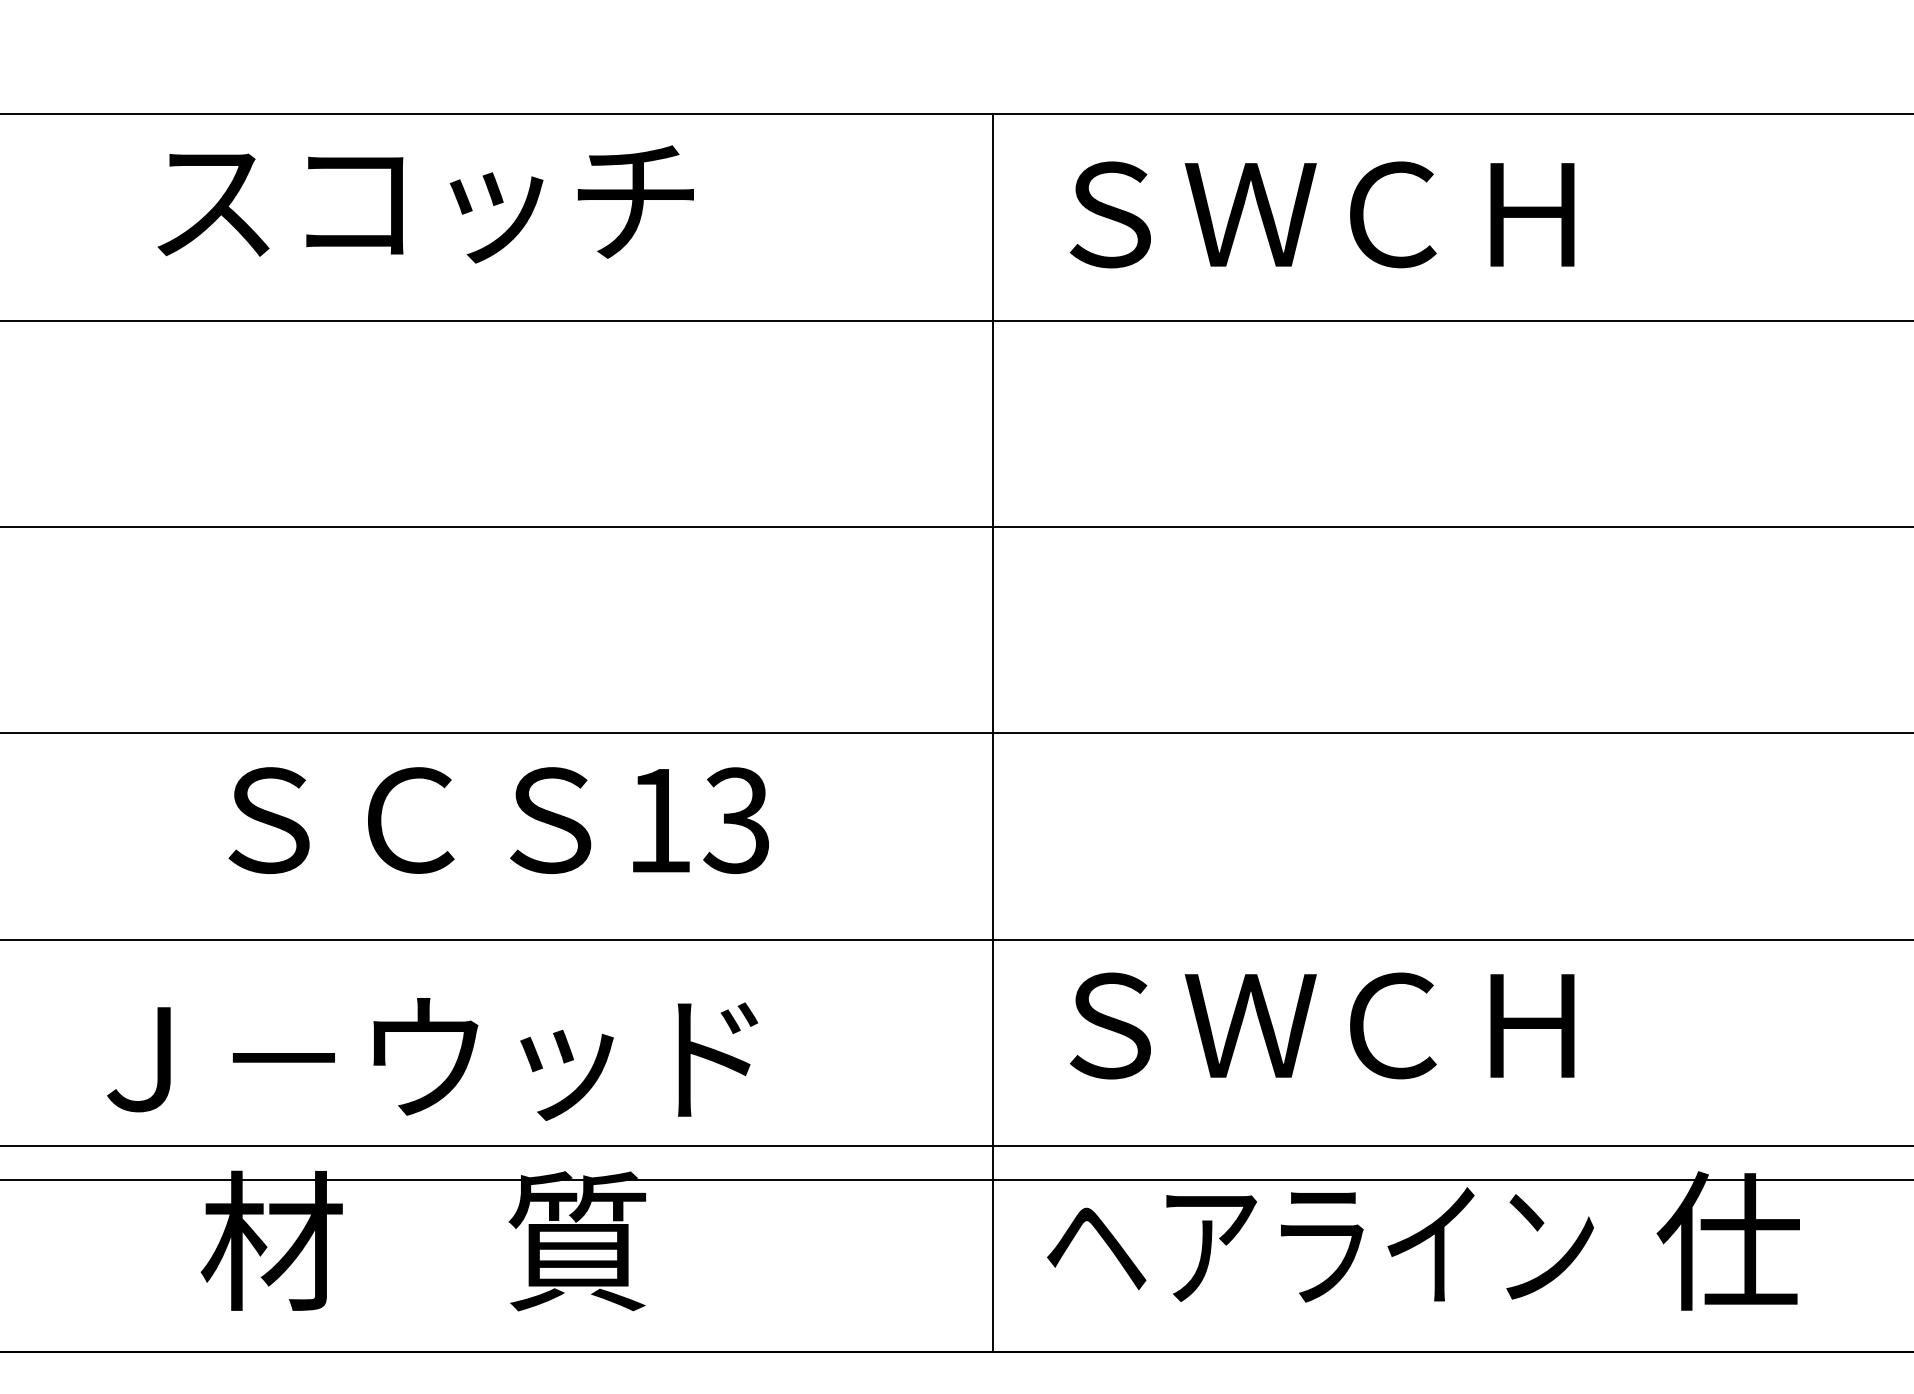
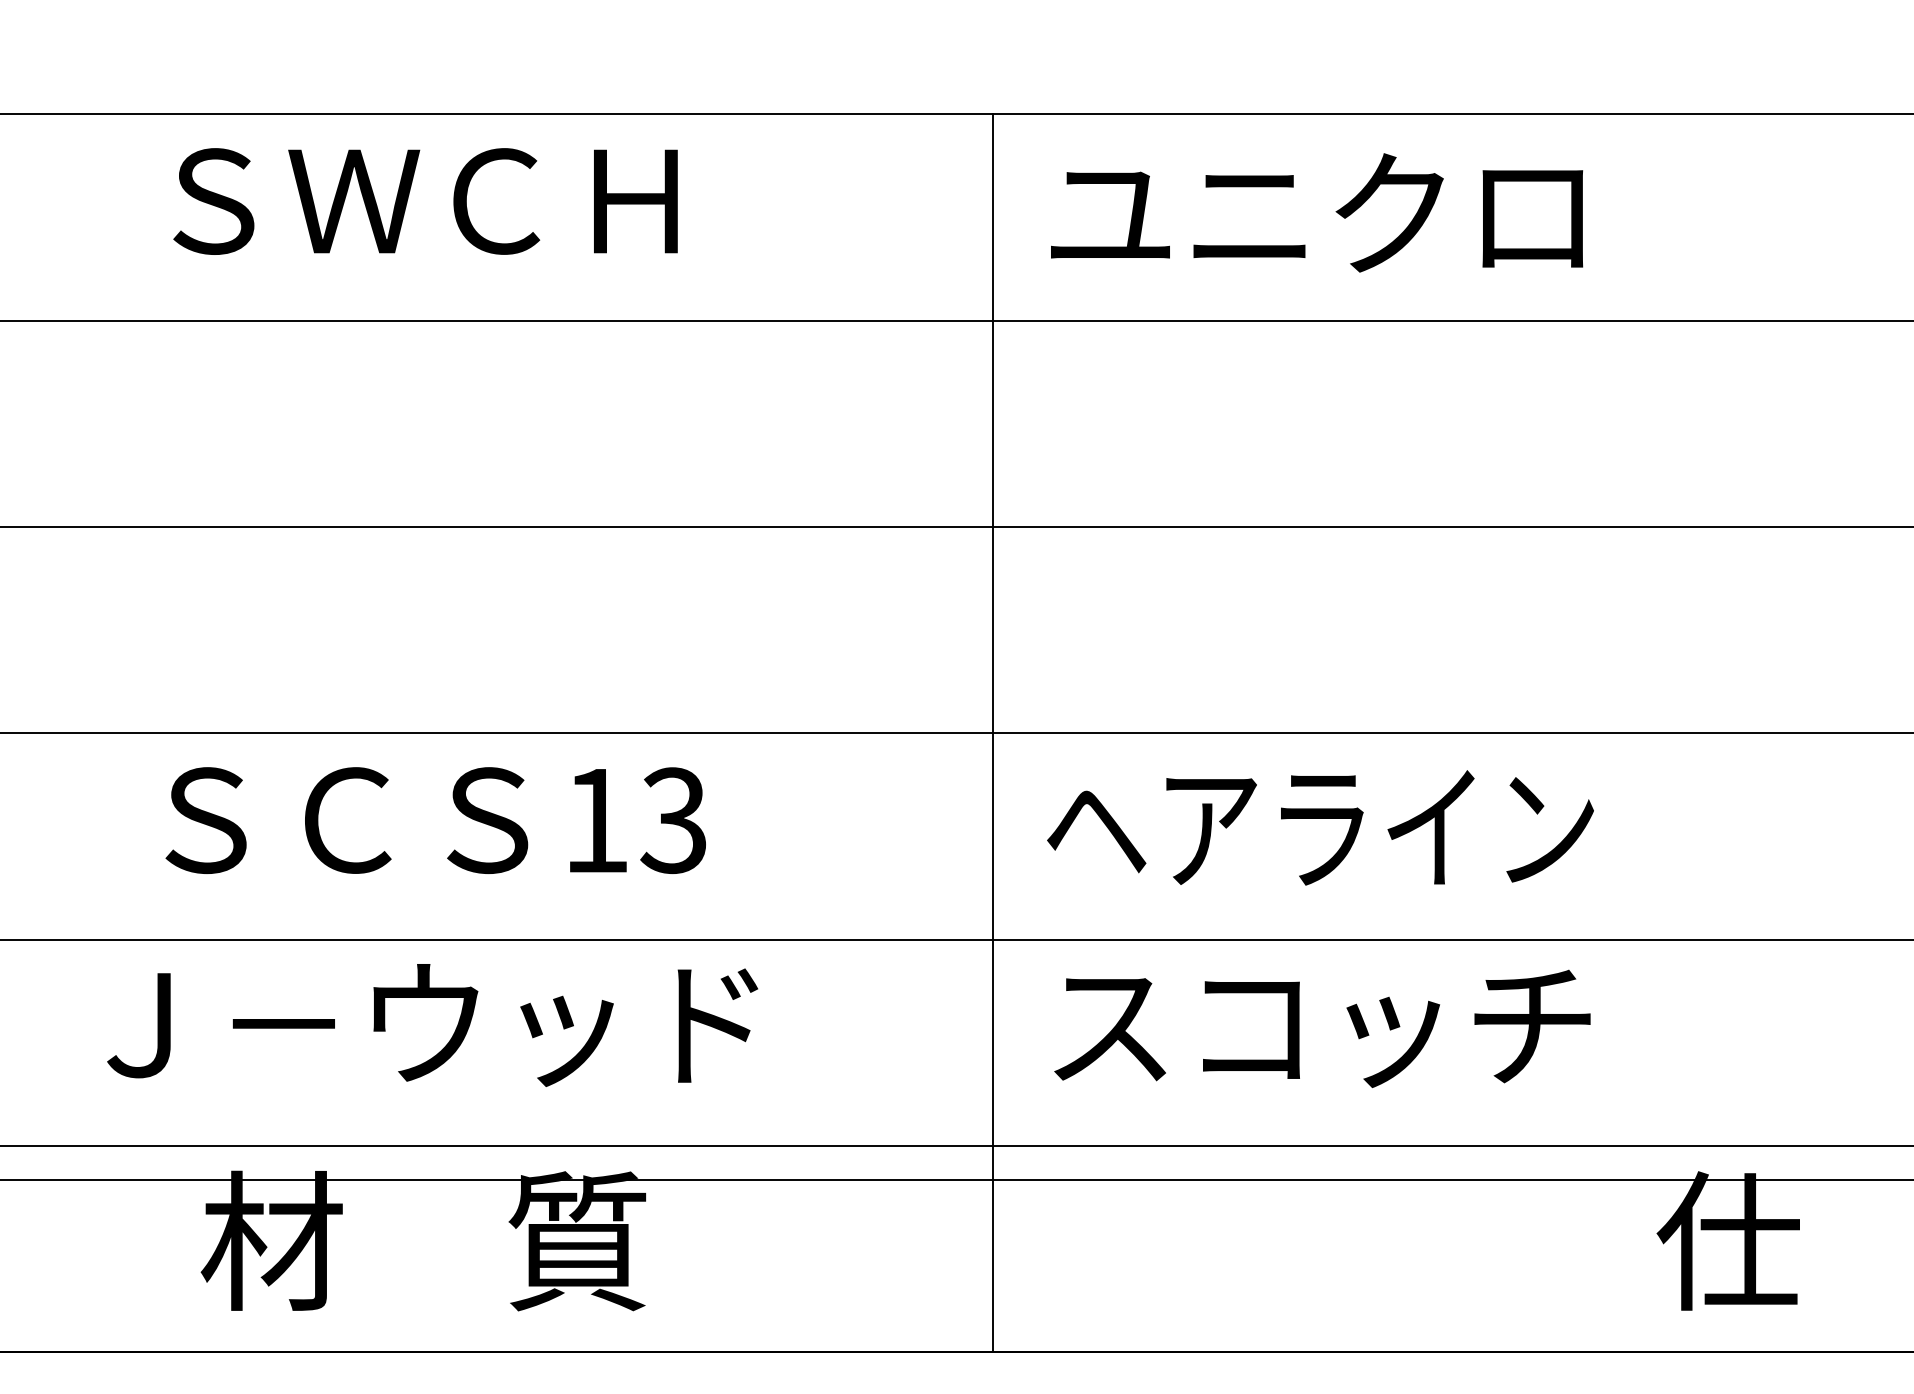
text at (425, 204): スコッチ -> ＳＷＣＨ
text at (1317, 212): ＳＷＣＨ -> ユニクロ
text at (498, 820) position: (498, 820) -> (435, 820)
text at (1322, 1028): ＳＷＣＨ -> スコッチ
text at (432, 1059) position: (432, 1059) -> (432, 1025)
text at (1320, 1244) position: (1320, 1244) -> (1320, 827)
